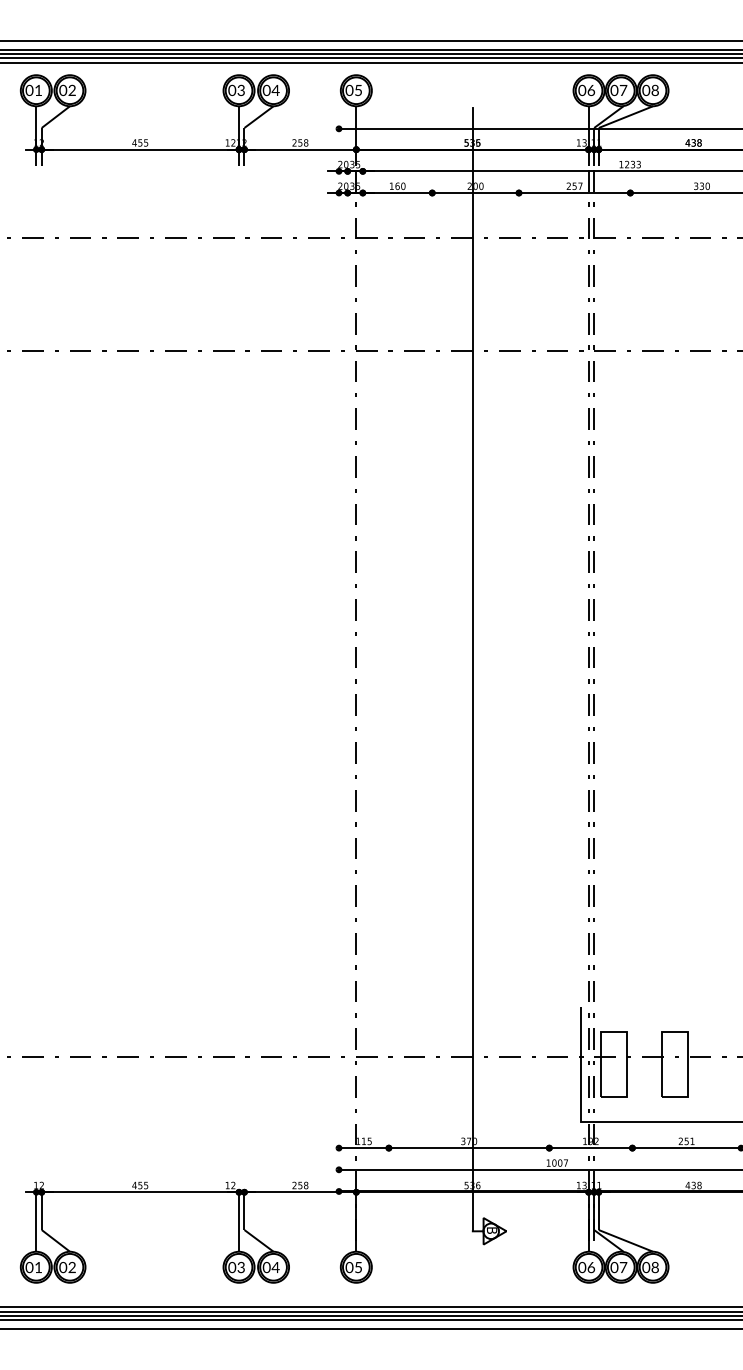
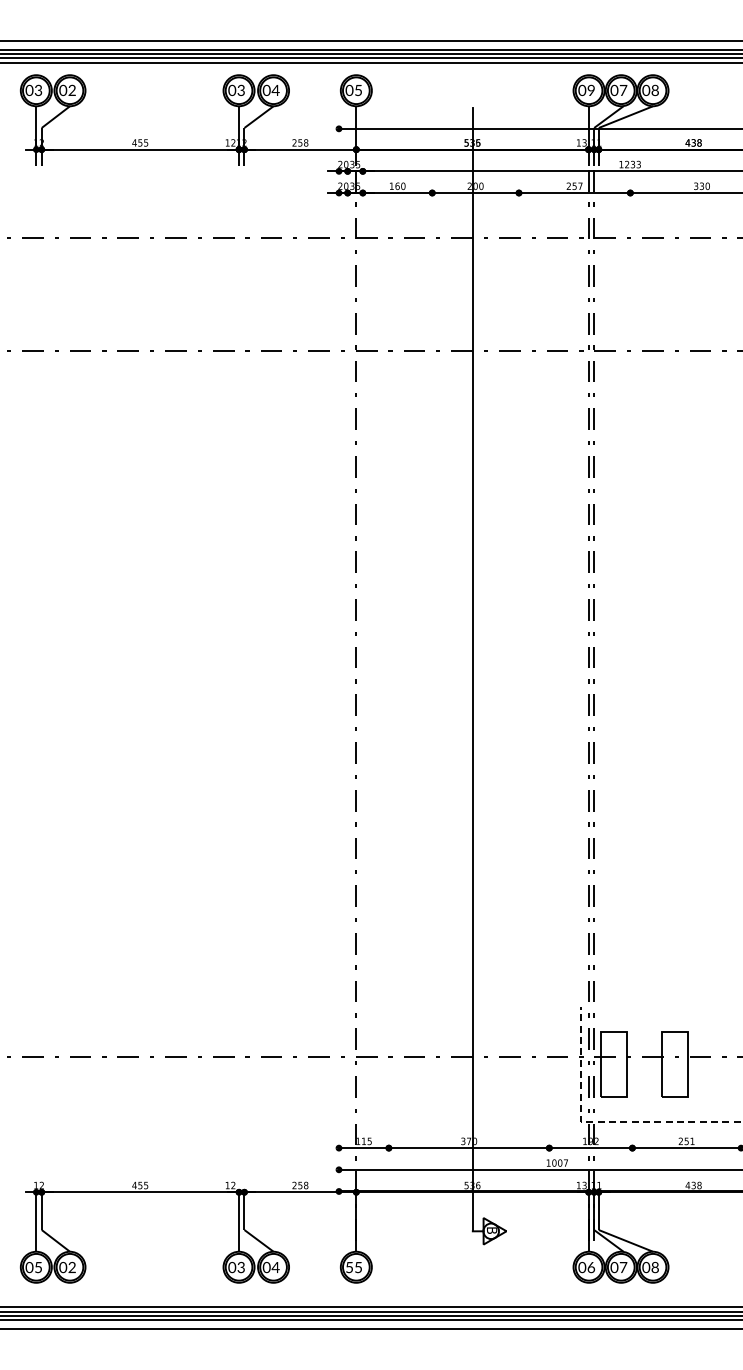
text at (38, 90): 01 -> 03
text at (591, 90): 06 -> 09
line at (603, 1121): solid -> dashed
text at (38, 1267): 01 -> 05
text at (349, 1267): 05 -> 55
